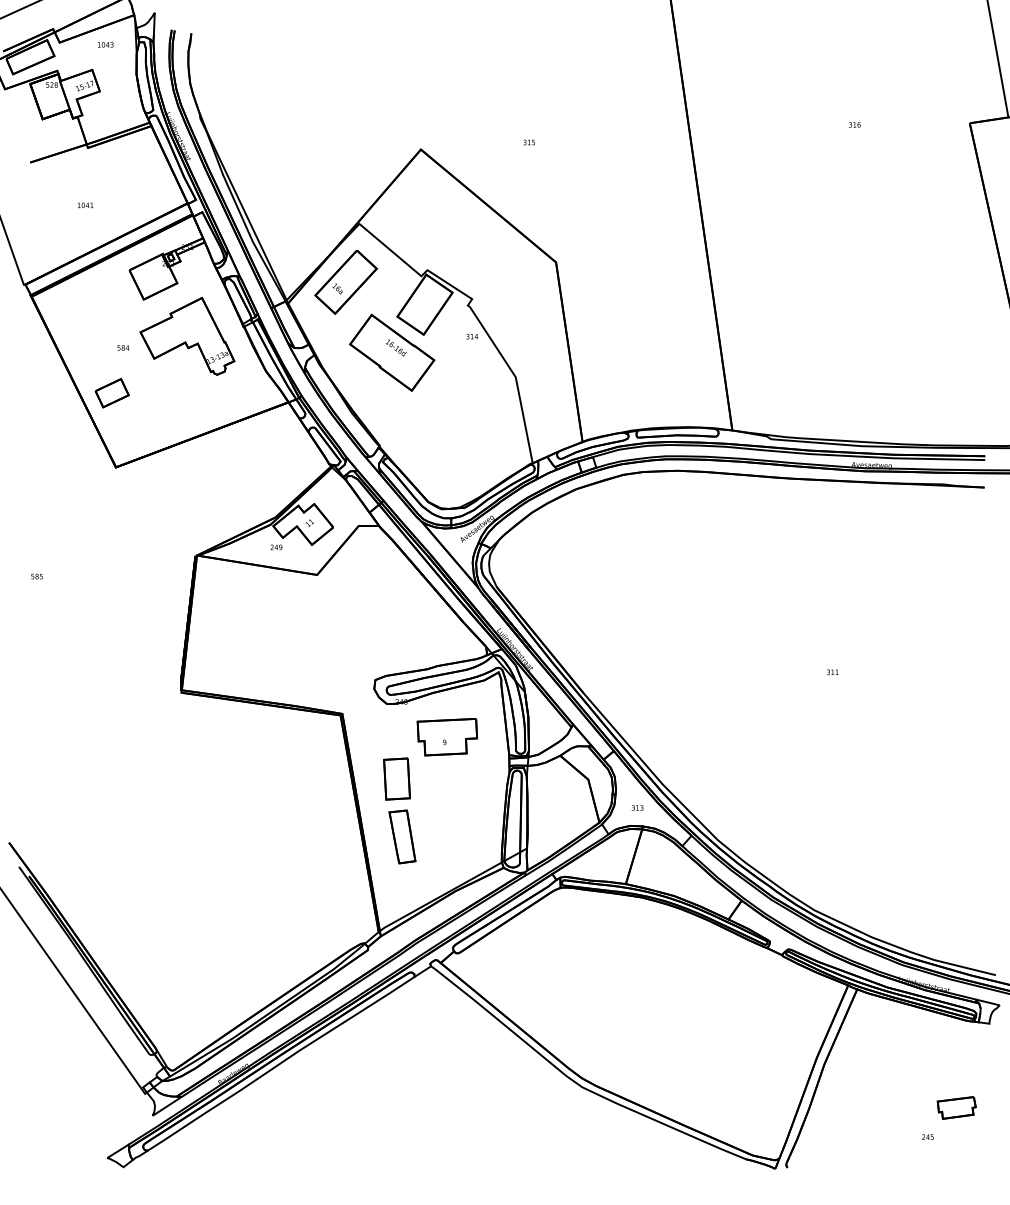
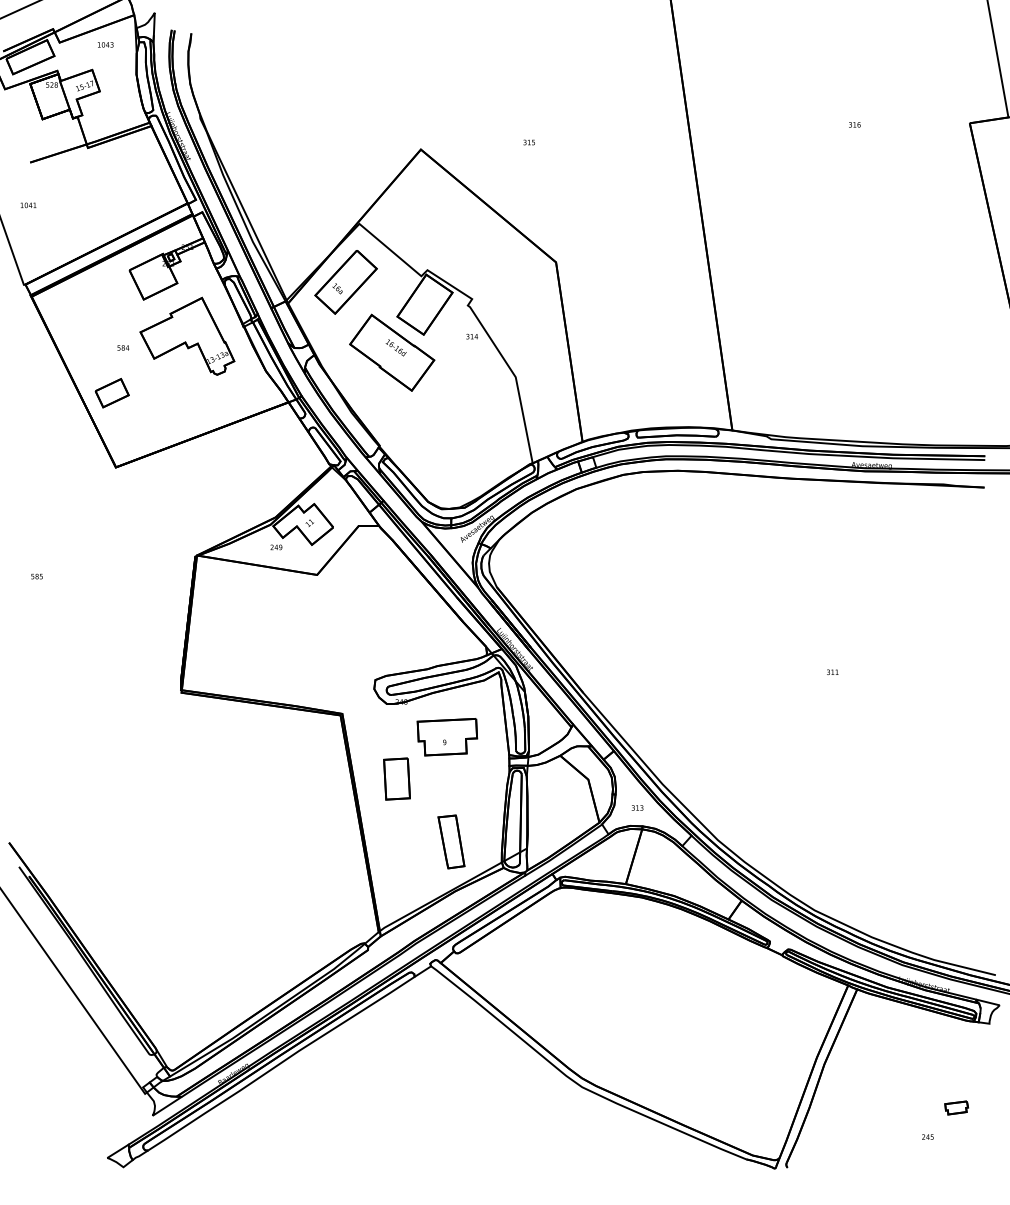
text at (85, 205) position: (85, 205) -> (28, 205)
part at (402, 836) position: (402, 836) -> (451, 841)
part at (956, 1107) size: 41x24 px -> 25x16 px
